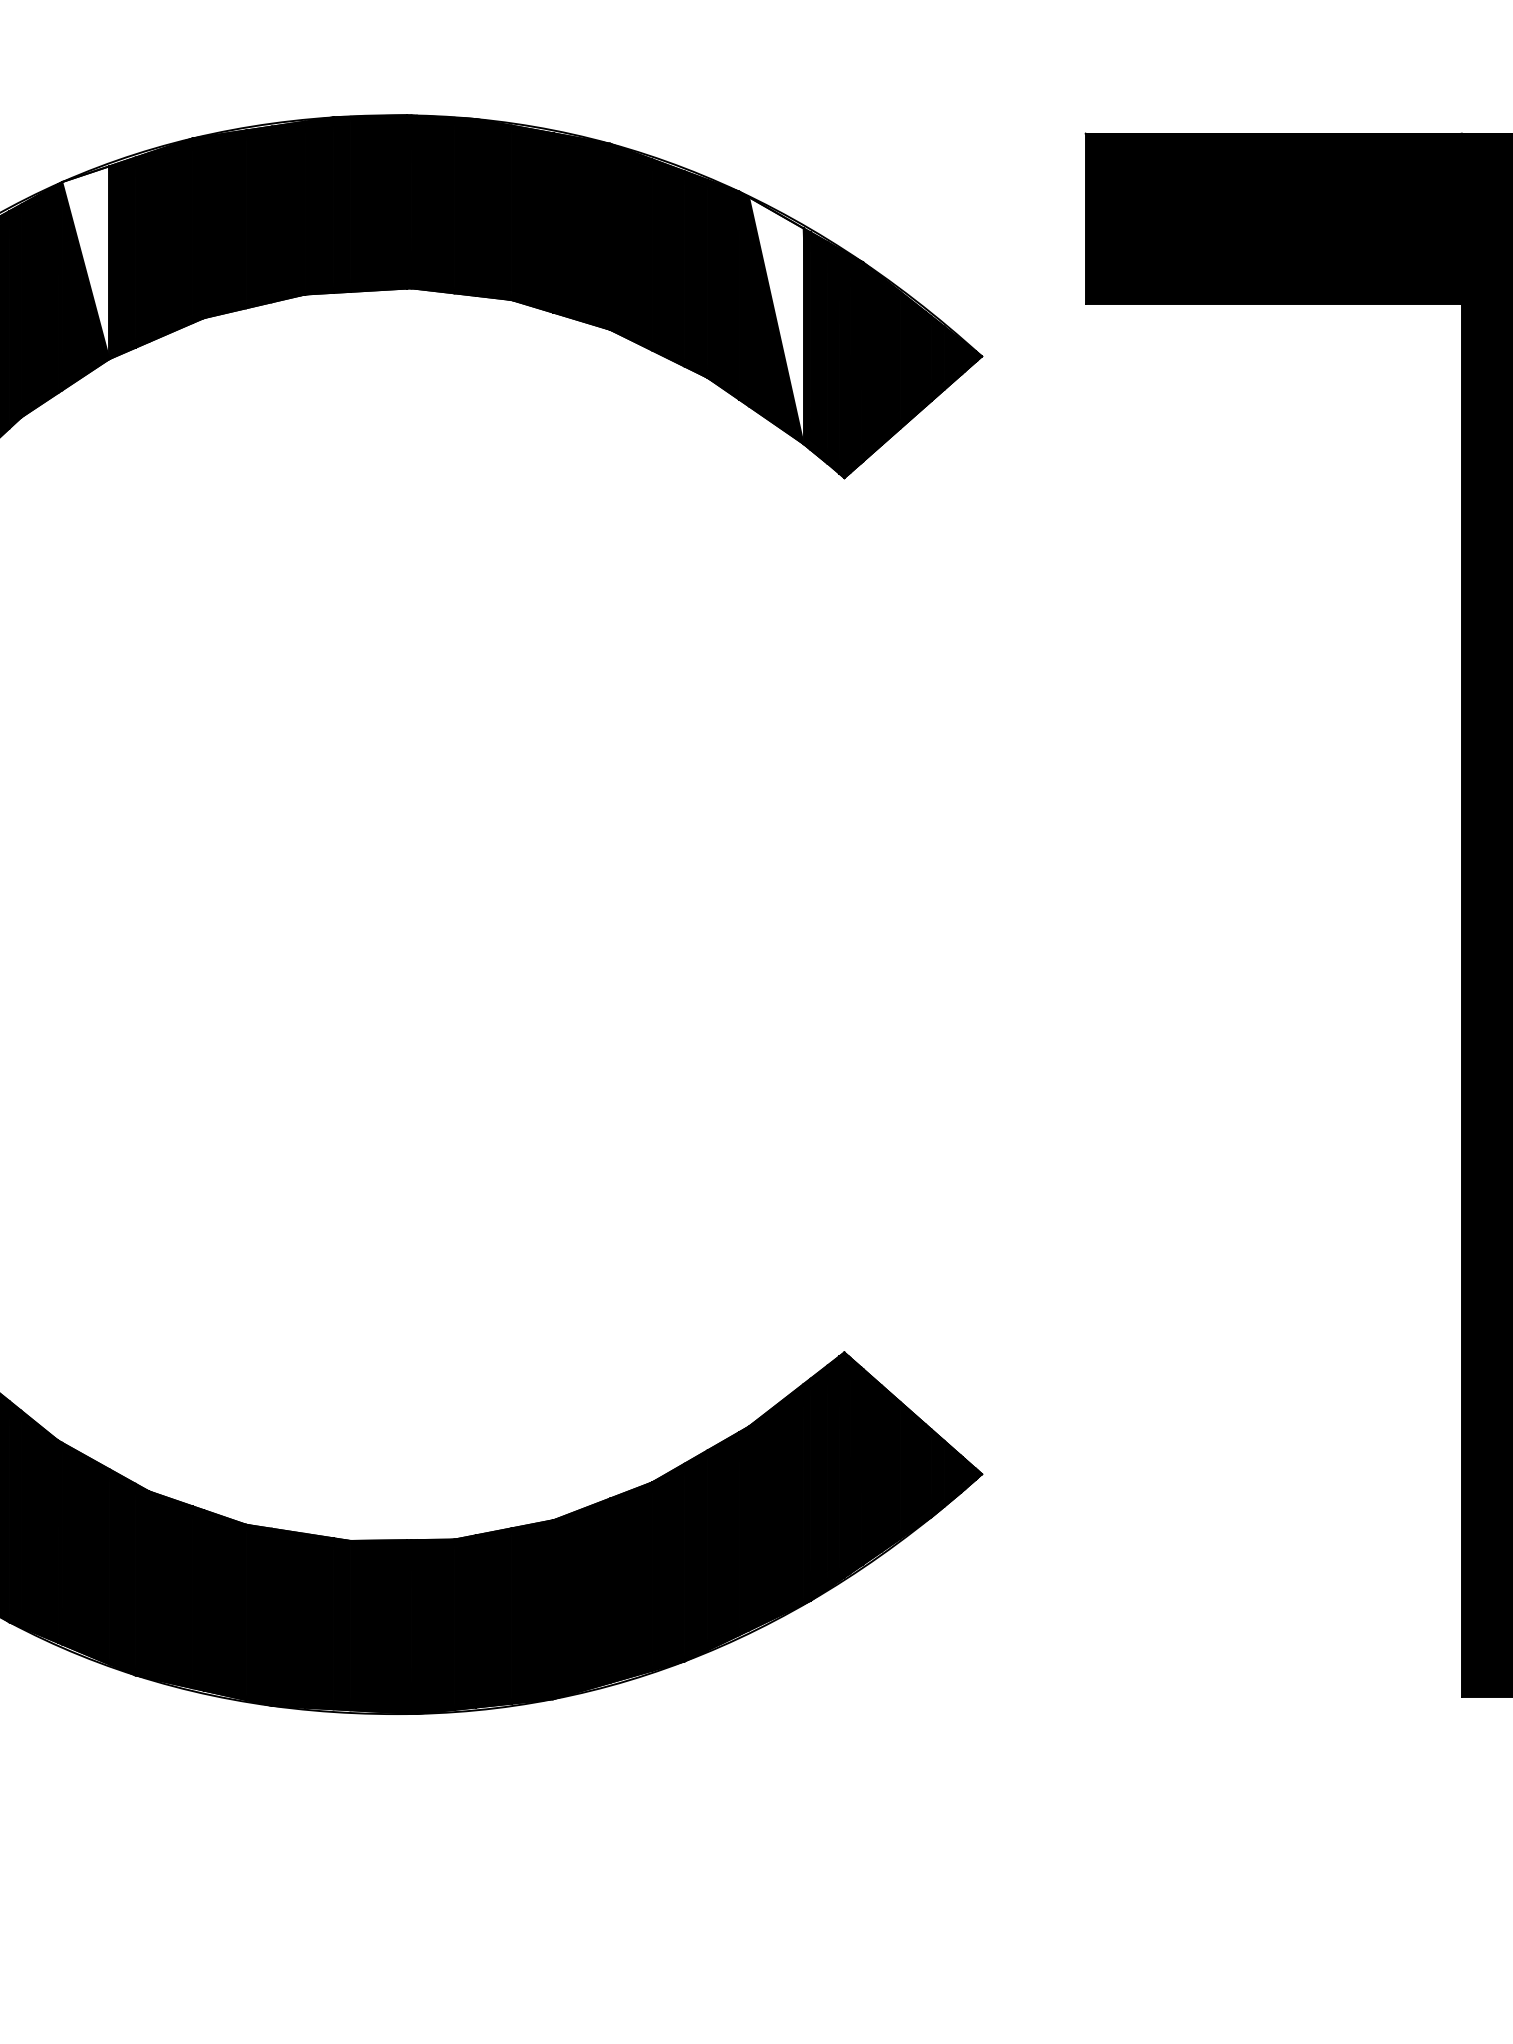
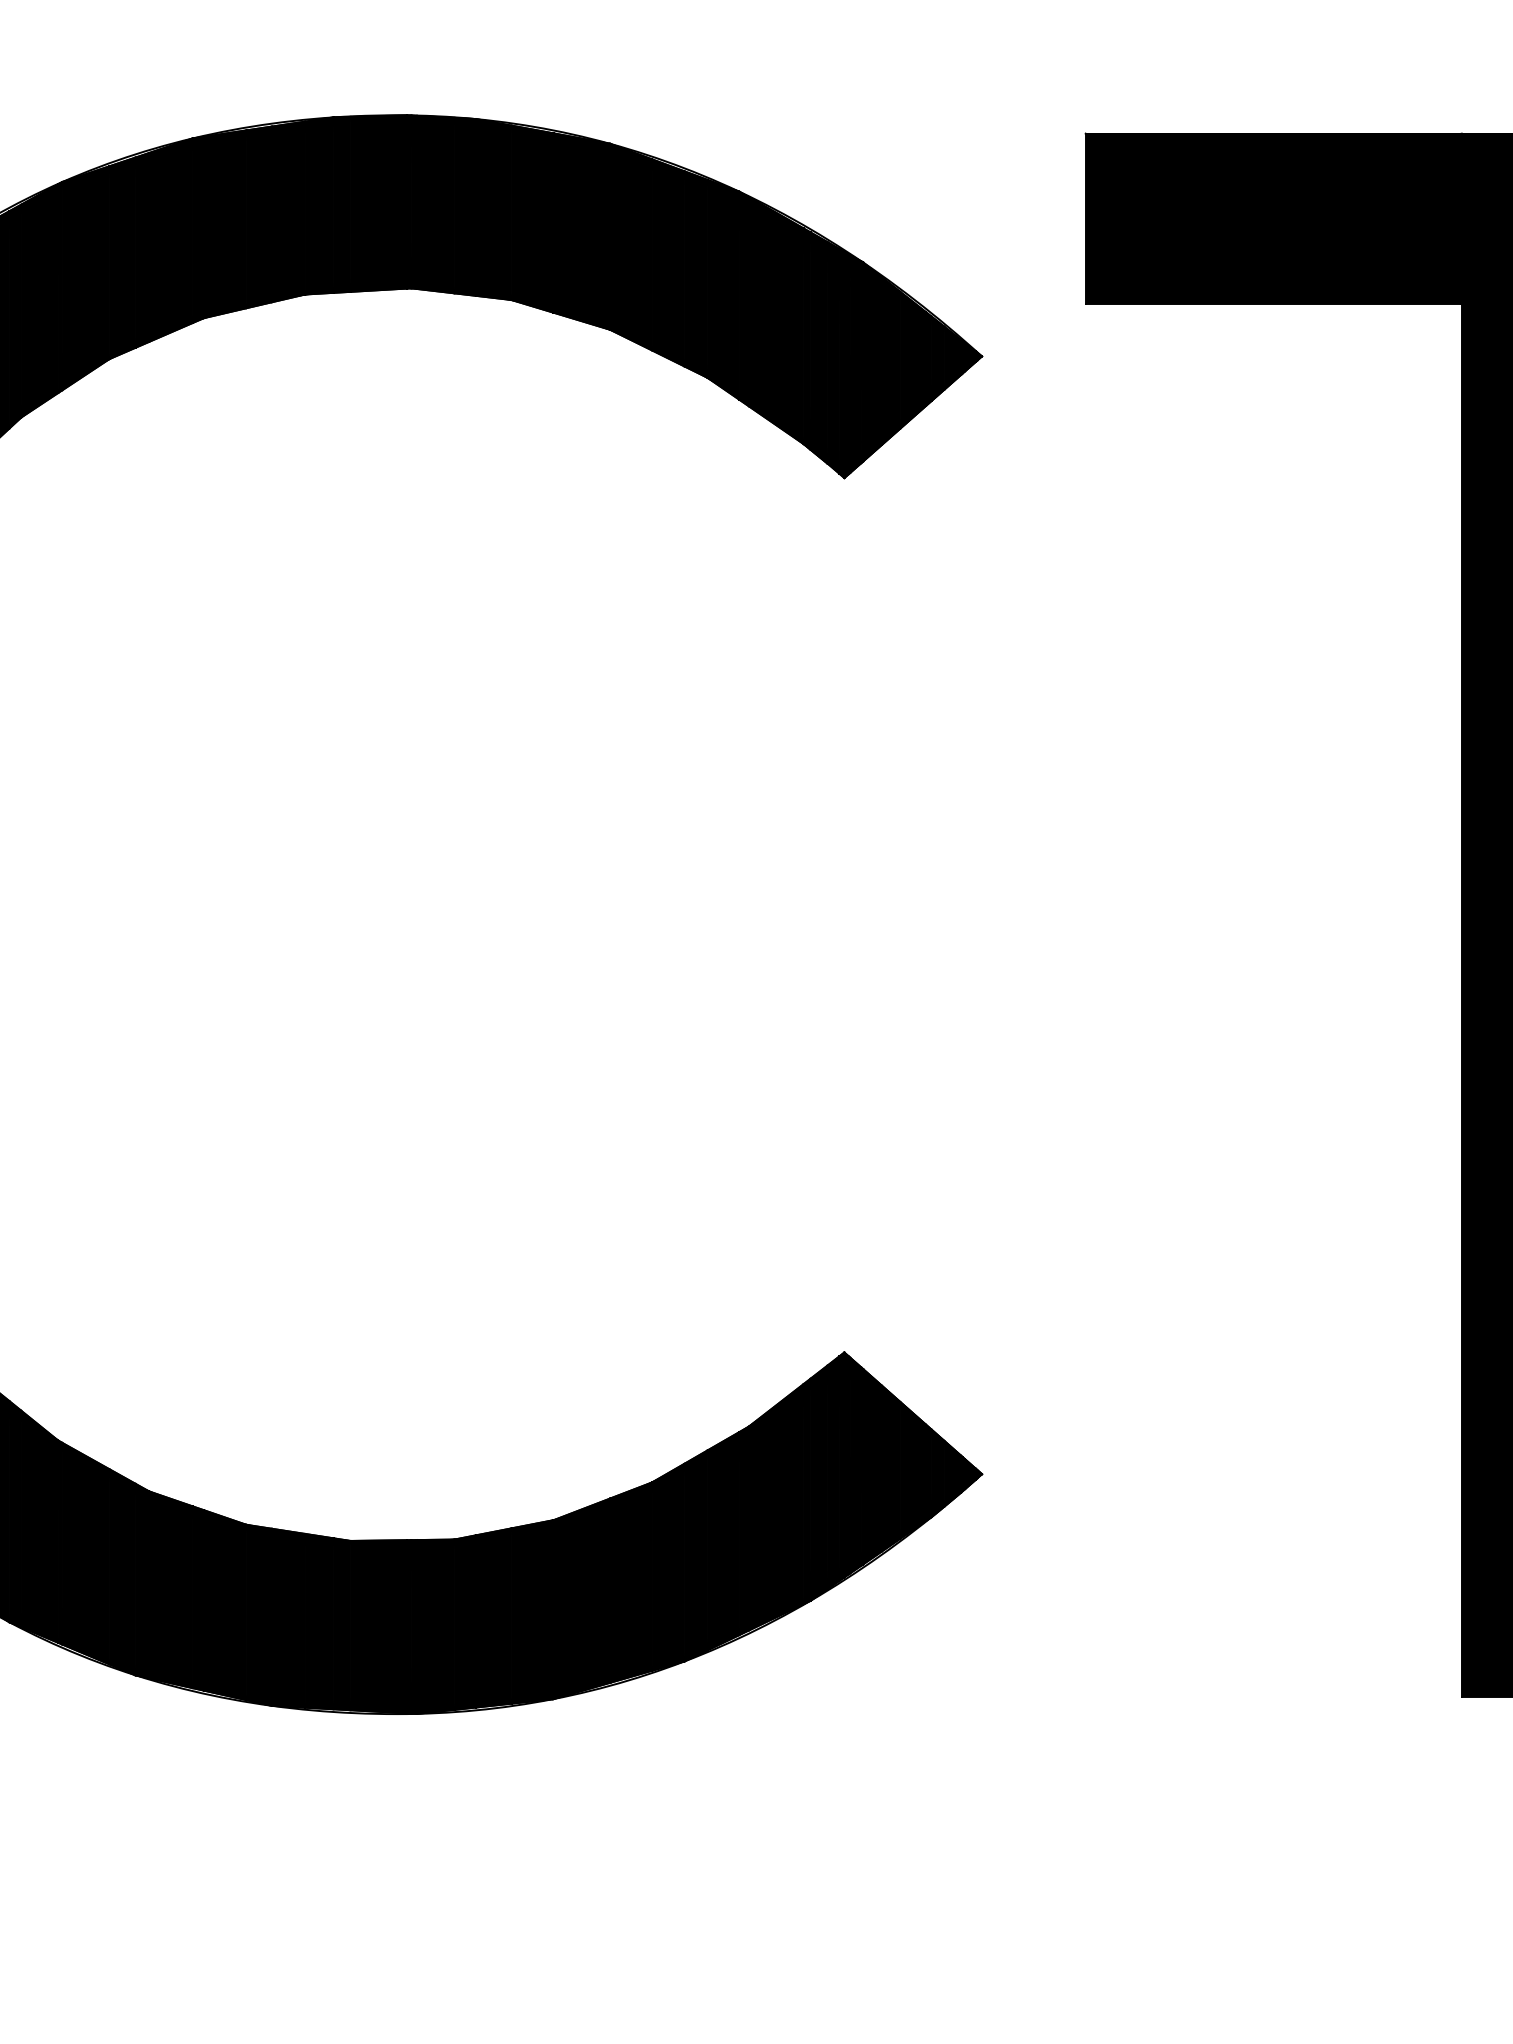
fill at (85, 262): none -> present
fill at (775, 320): none -> present
